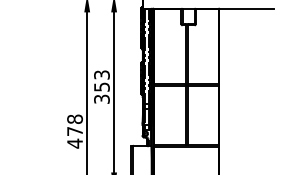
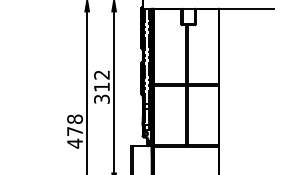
text at (101, 80): 353 -> 312
